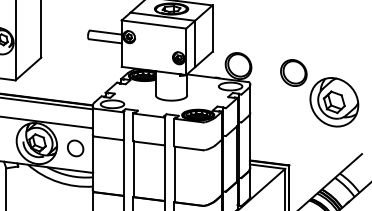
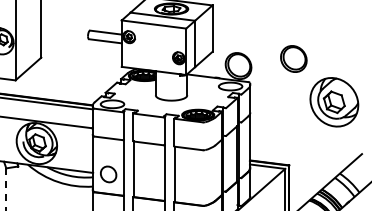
part at (293, 72) position: (293, 72) -> (293, 58)
part at (75, 148) position: (75, 148) -> (108, 174)
line at (6, 189): solid -> dashed
